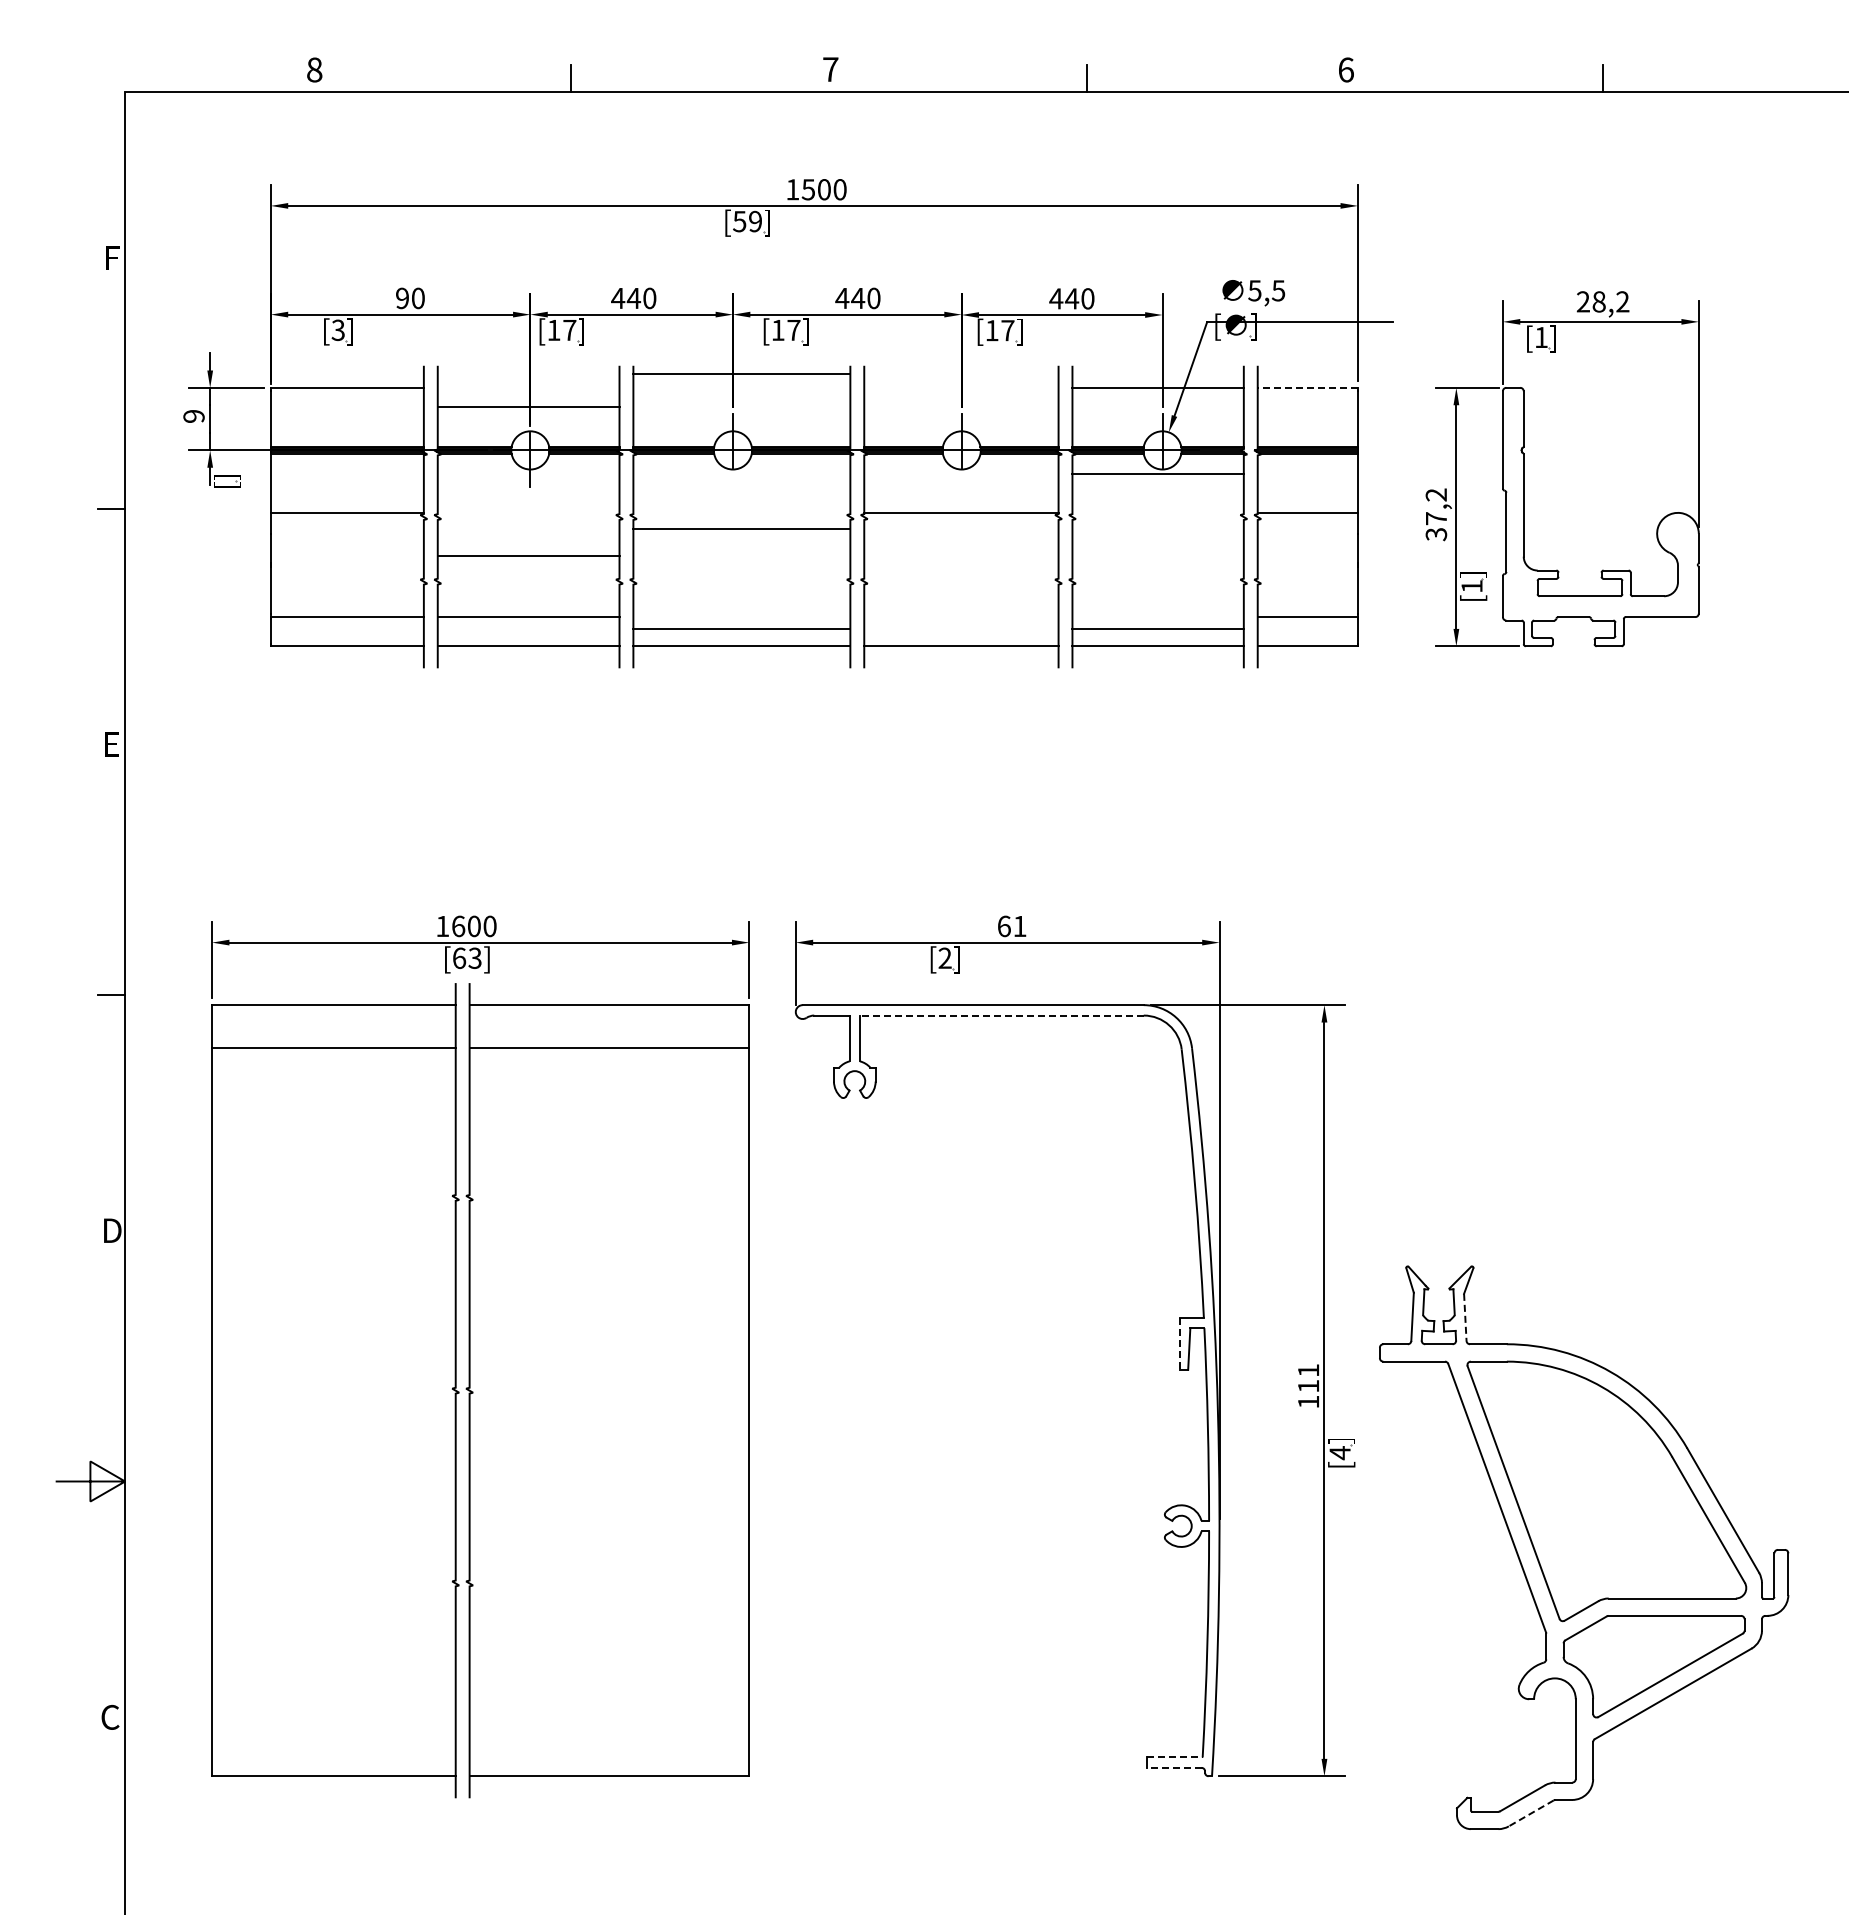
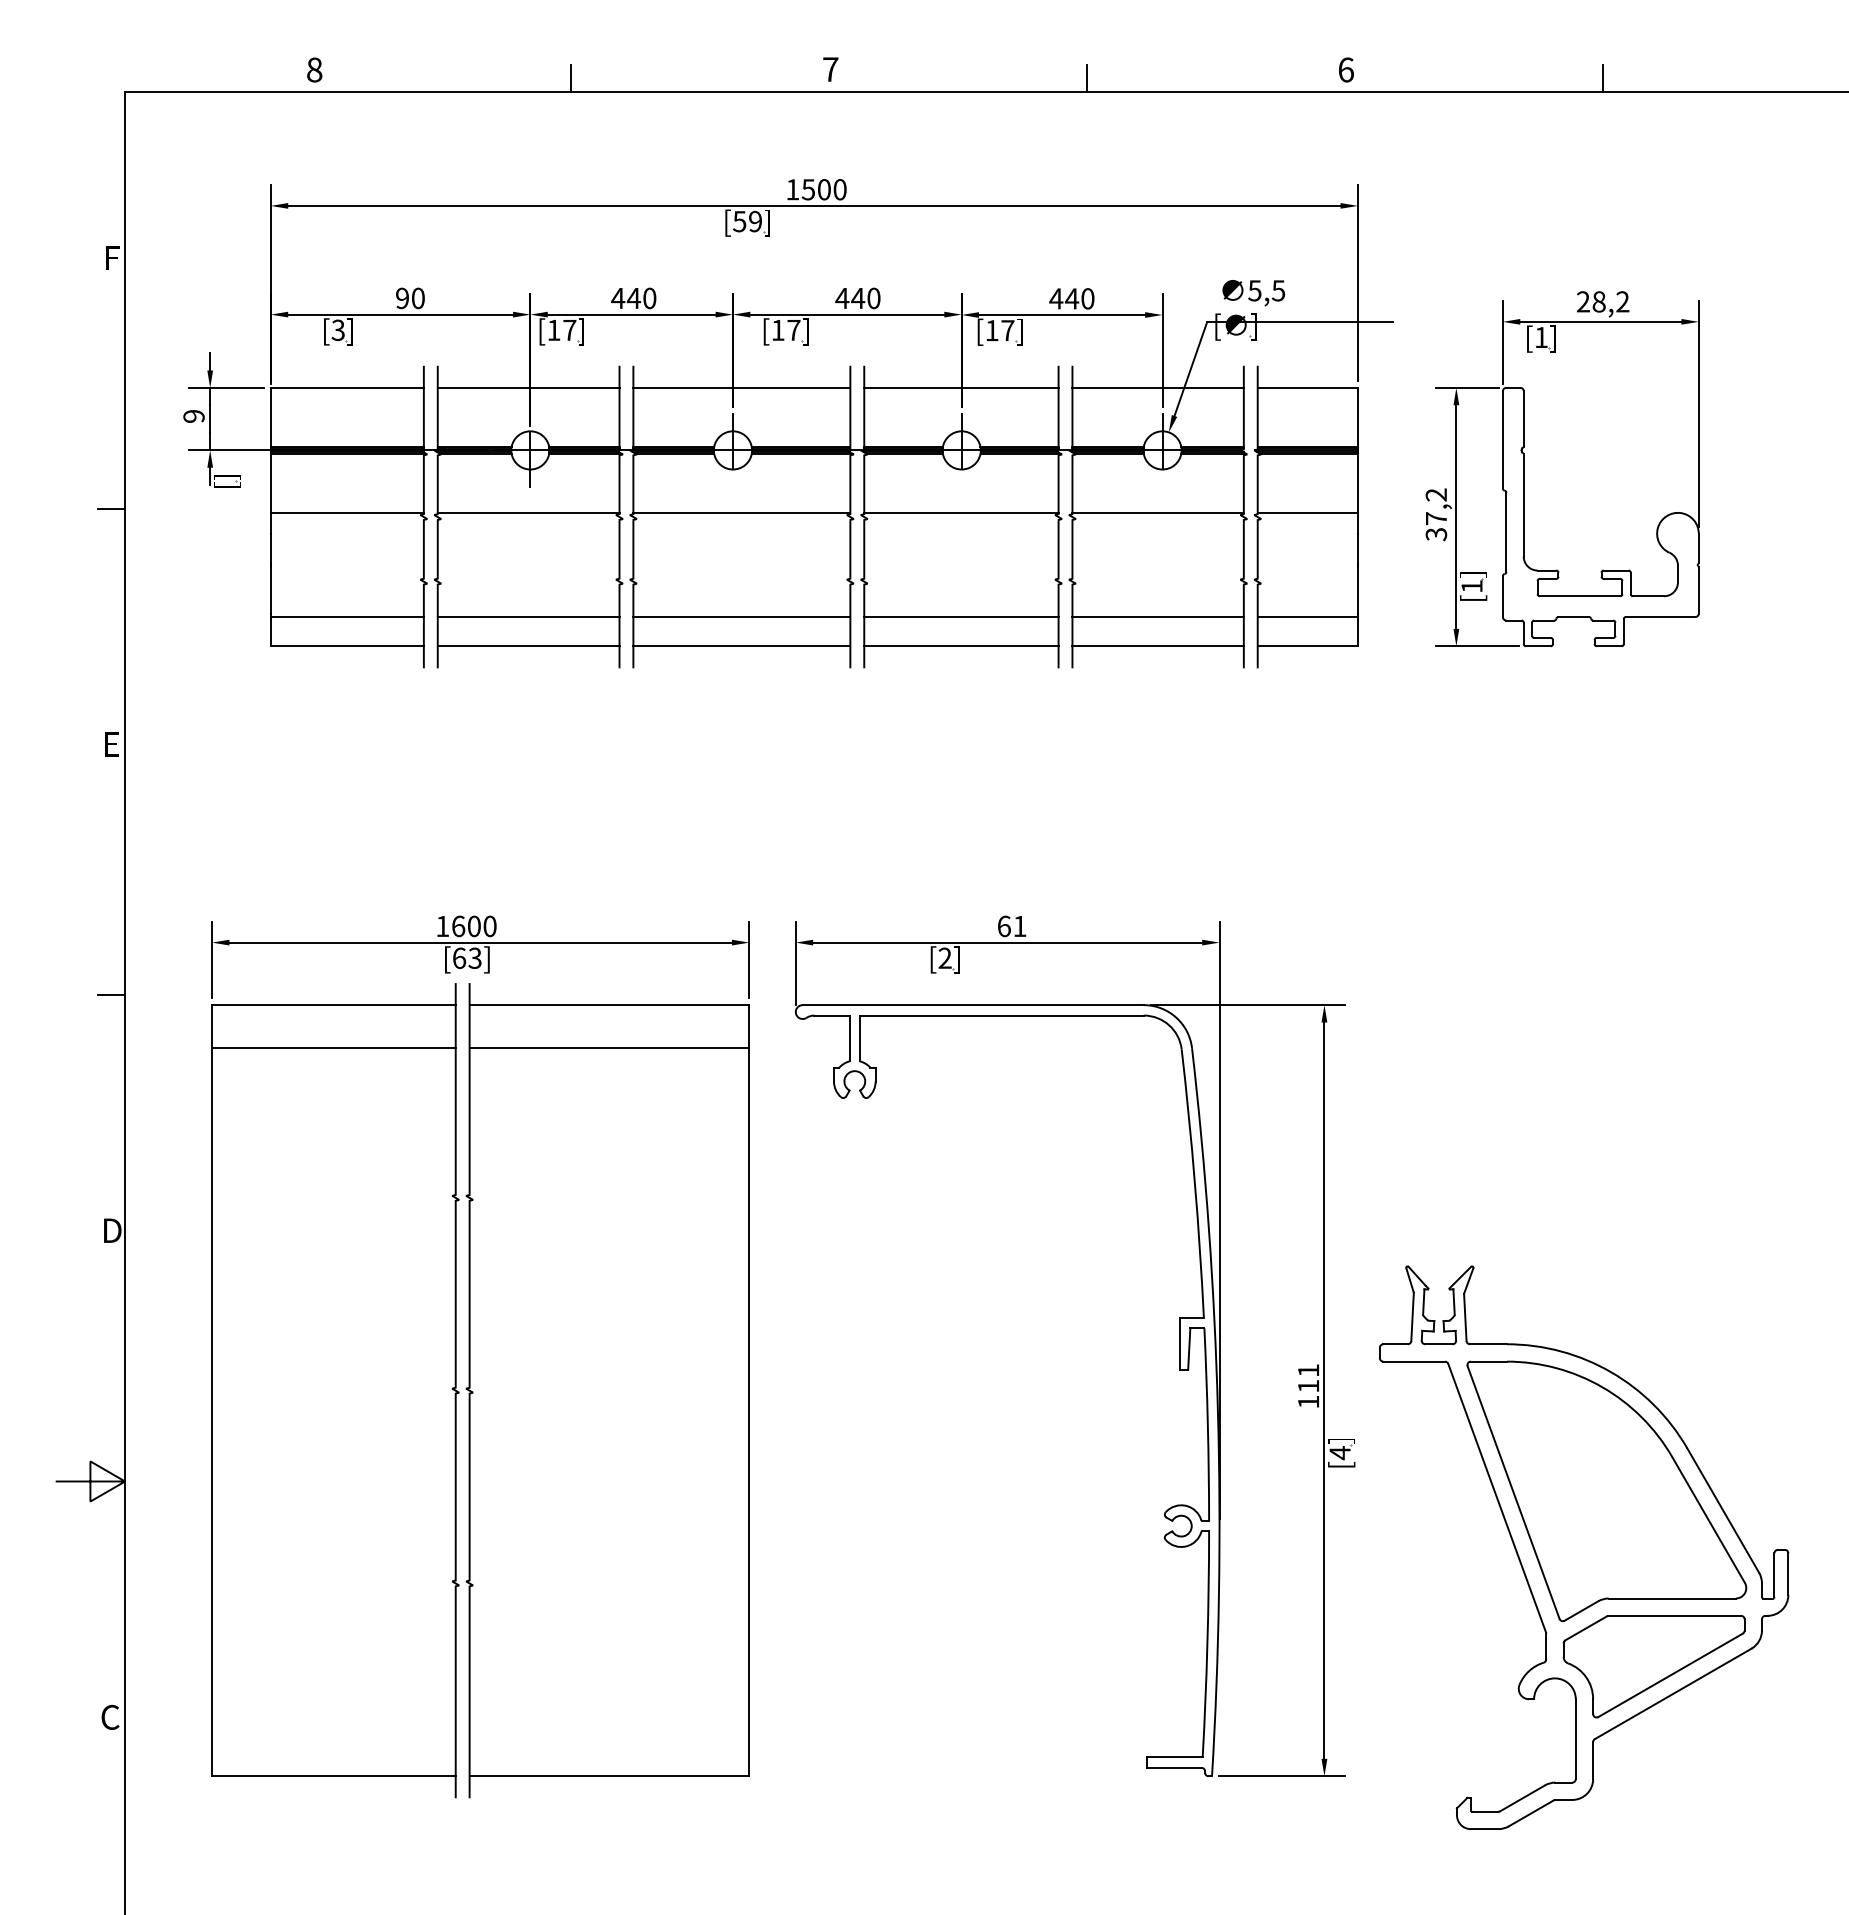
line at (741, 373) position: (741, 373) -> (741, 387)
line at (961, 387): none -> present
line at (1307, 387): dashed -> solid
line at (528, 406) position: (528, 406) -> (528, 387)
line at (1157, 473) position: (1157, 473) -> (1157, 512)
line at (741, 528) position: (741, 528) -> (741, 512)
line at (528, 555) position: (528, 555) -> (528, 512)
line at (961, 617): none -> present
line at (741, 629) position: (741, 629) -> (741, 617)
line at (1157, 629) position: (1157, 629) -> (1157, 617)
line at (1001, 1015): dashed -> solid
line at (1465, 1317): dashed -> solid
line at (1179, 1344): dashed -> solid
line at (1175, 1757): dashed -> solid
line at (1174, 1767): dashed -> solid
line at (1531, 1813): dashed -> solid
